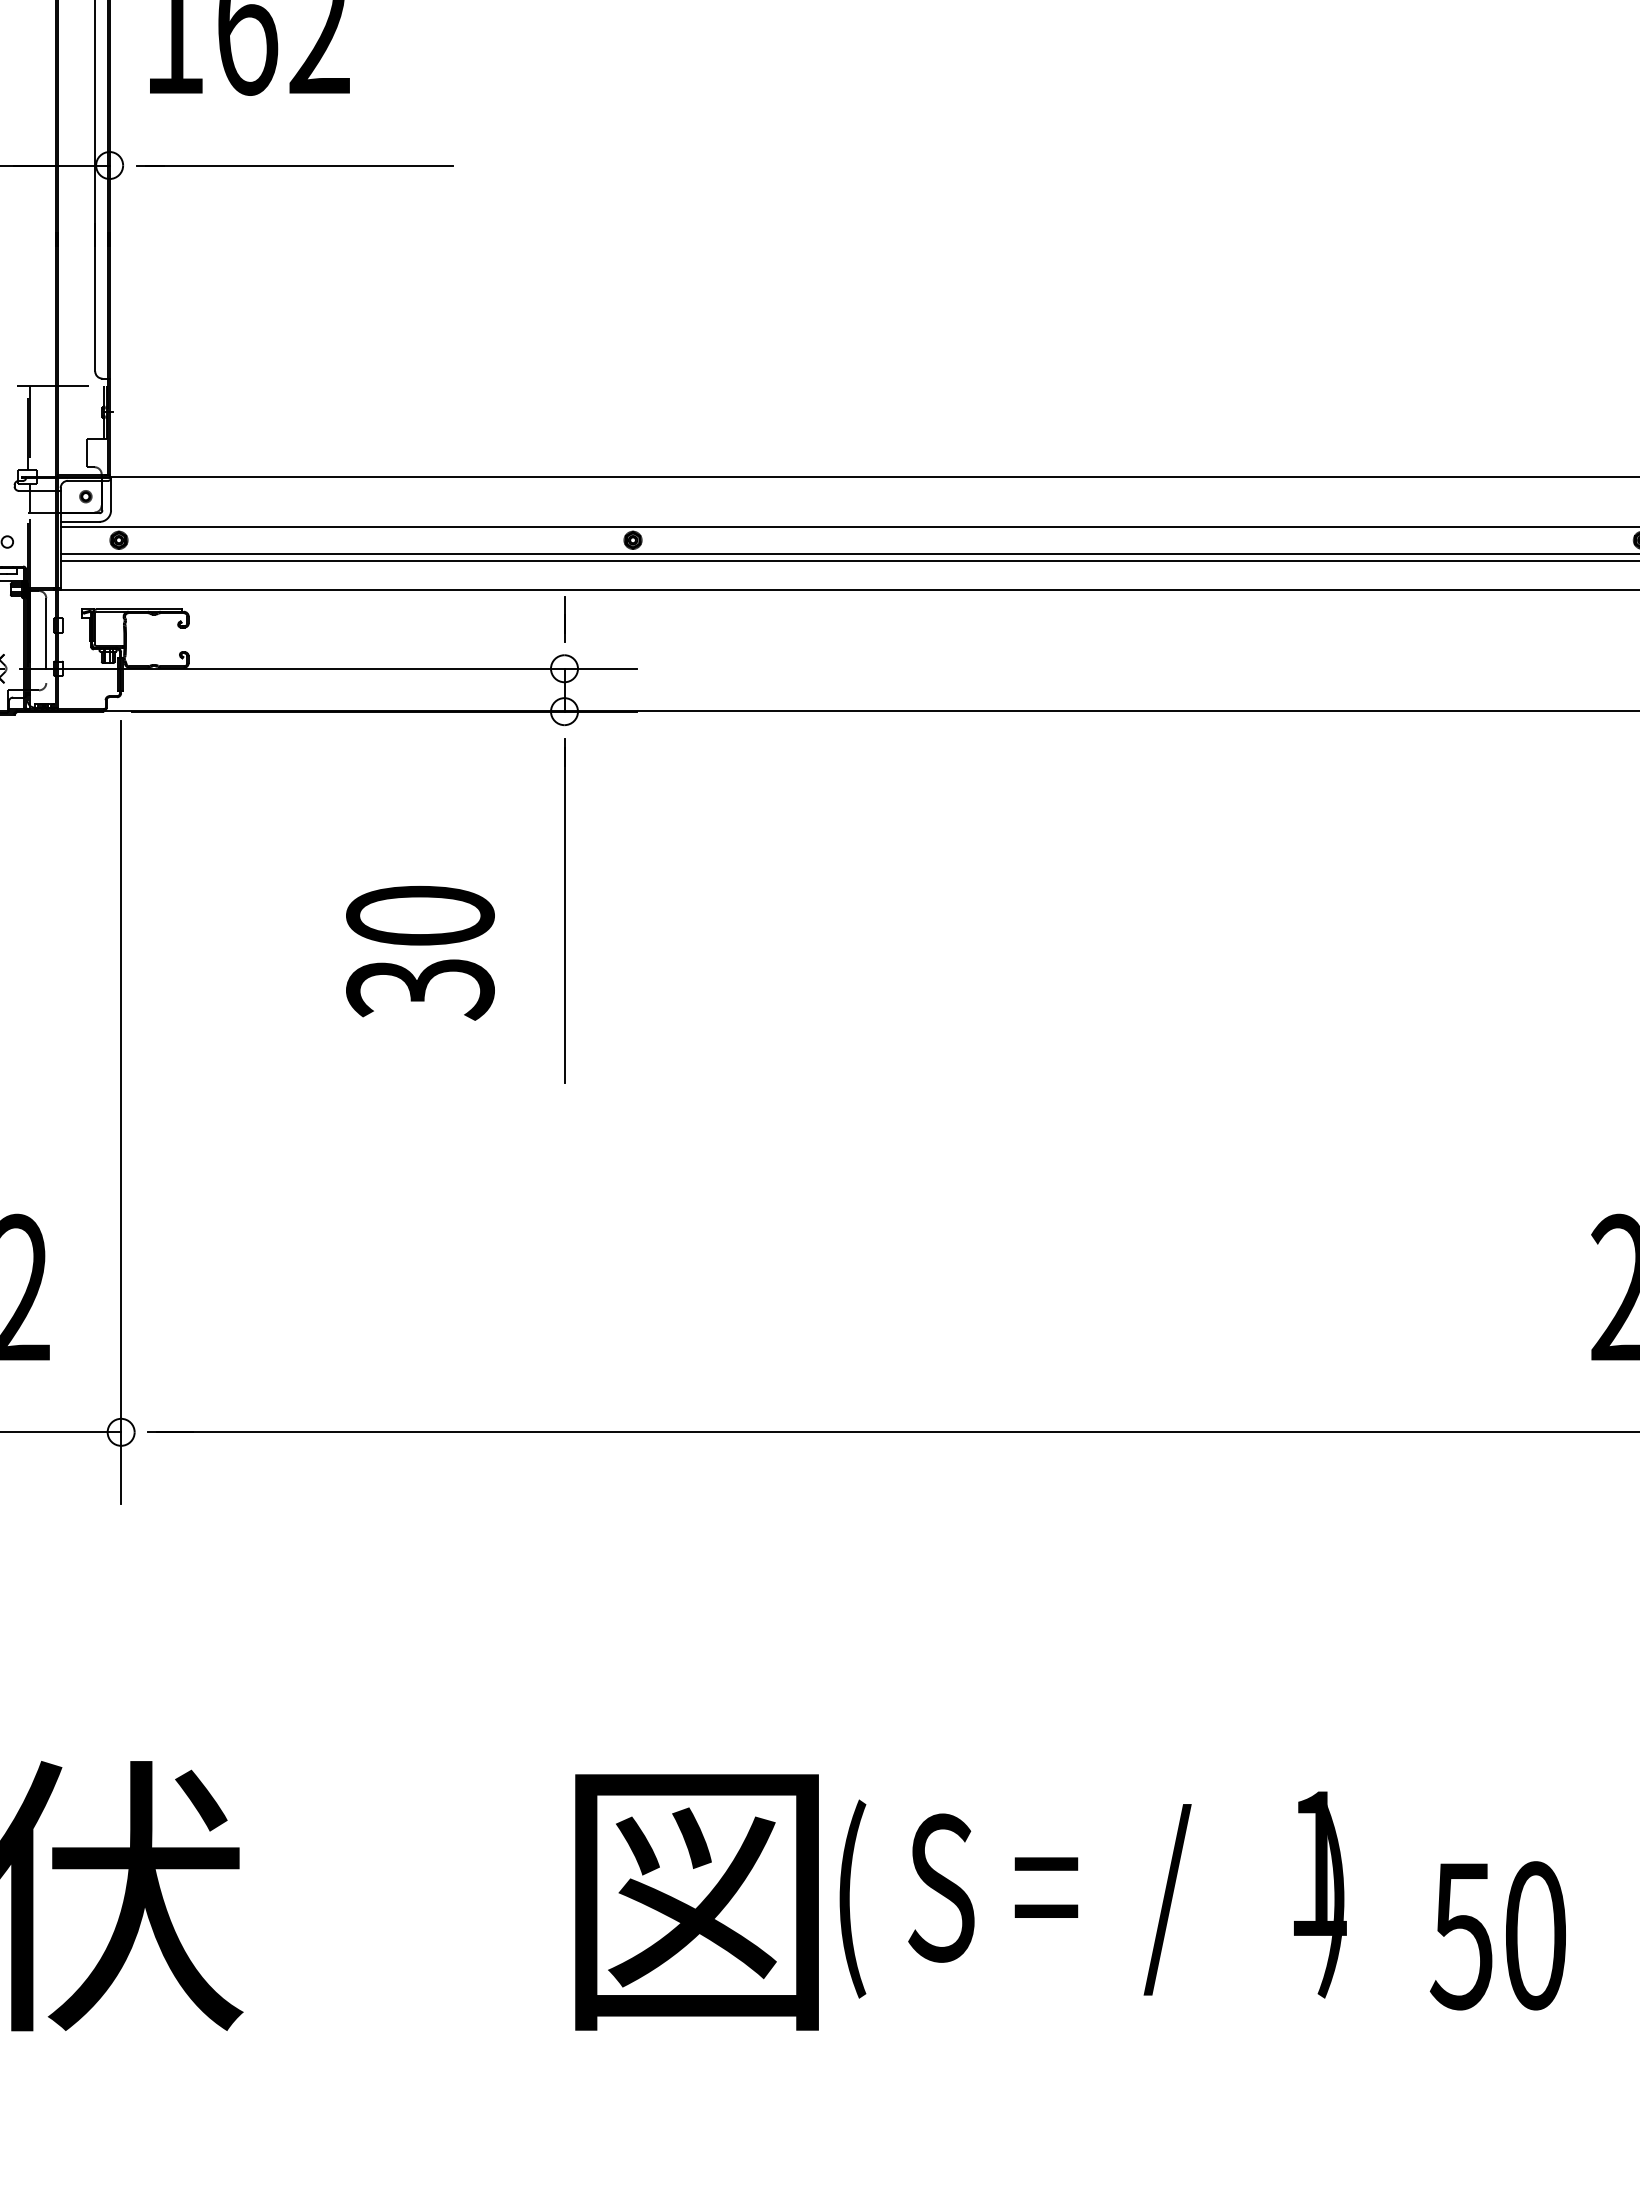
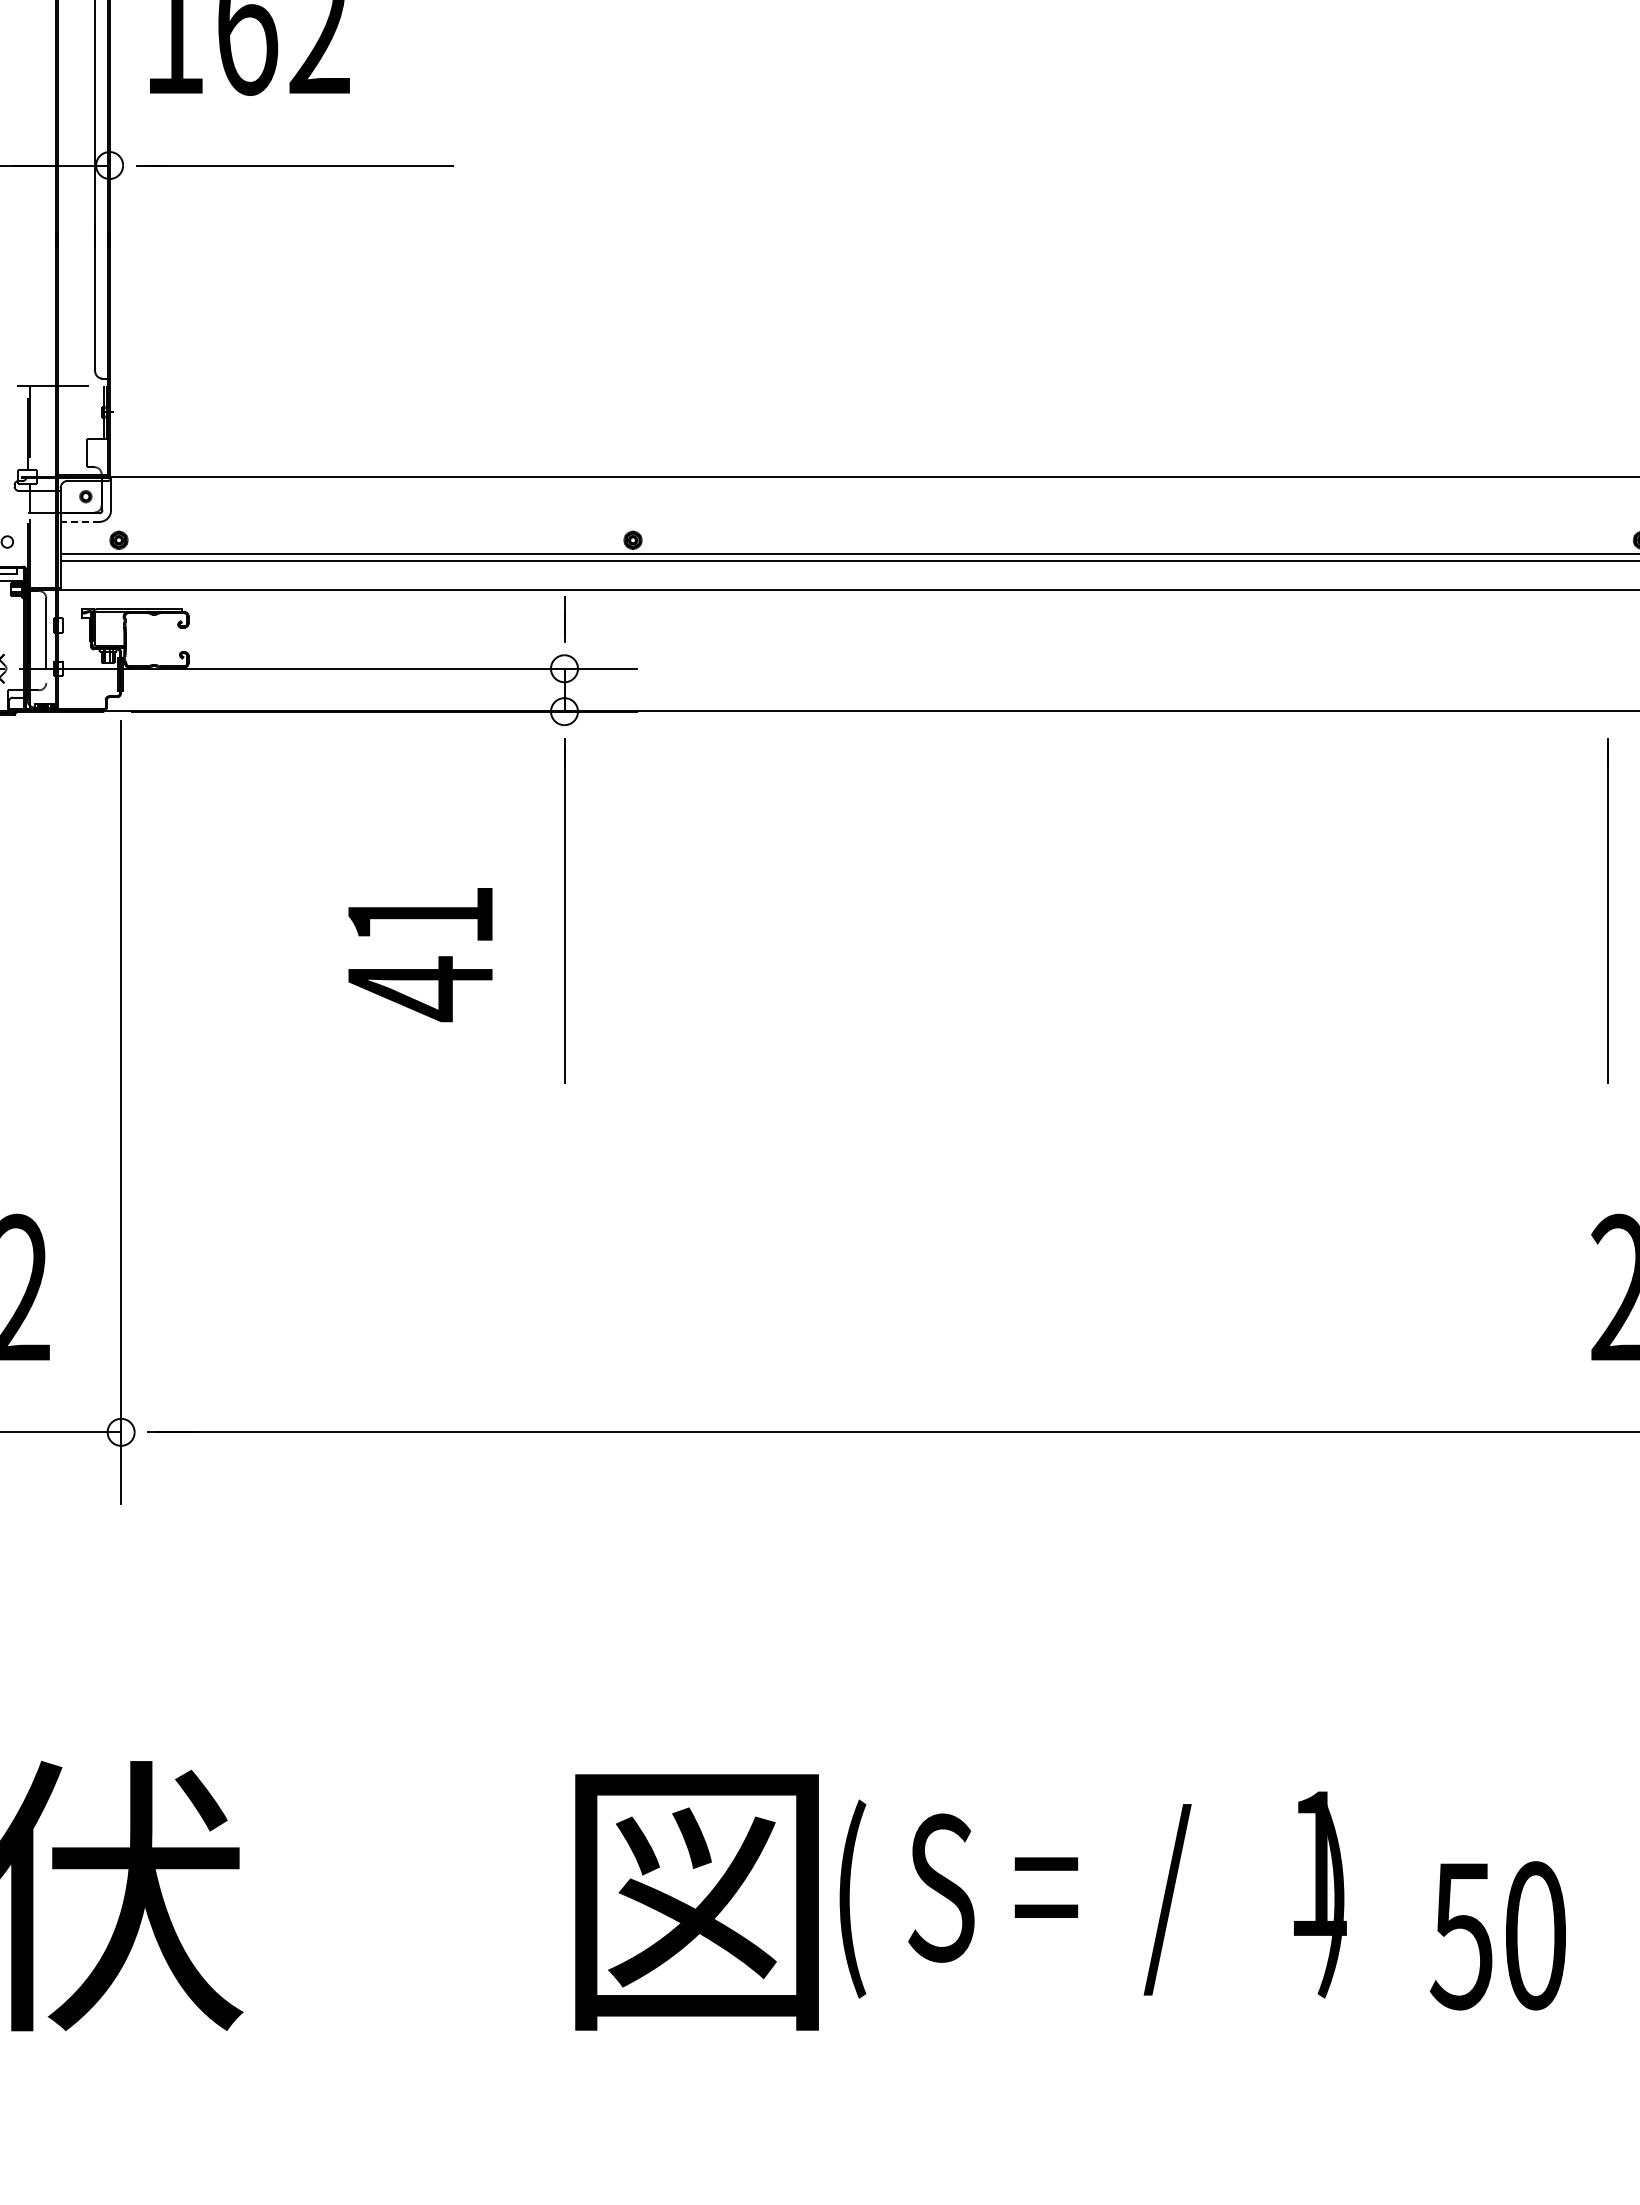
line at (79, 521): solid -> dashed
line at (848, 526): present -> none
line at (1607, 910): none -> present
text at (420, 953): 30 -> 41
